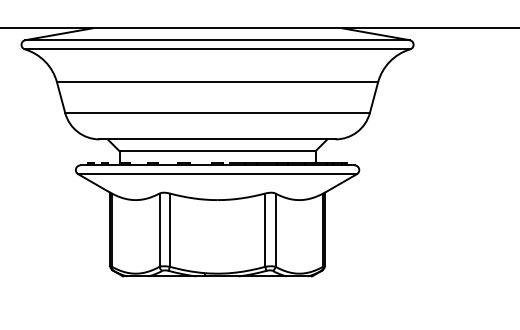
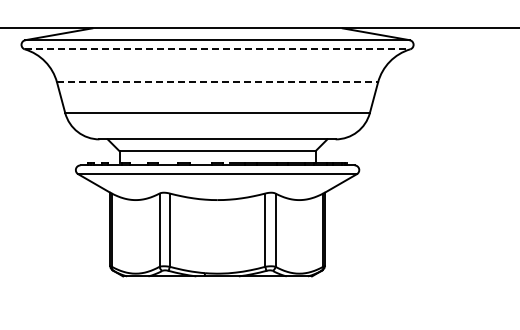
line at (217, 49): solid -> dashed
line at (217, 82): solid -> dashed
